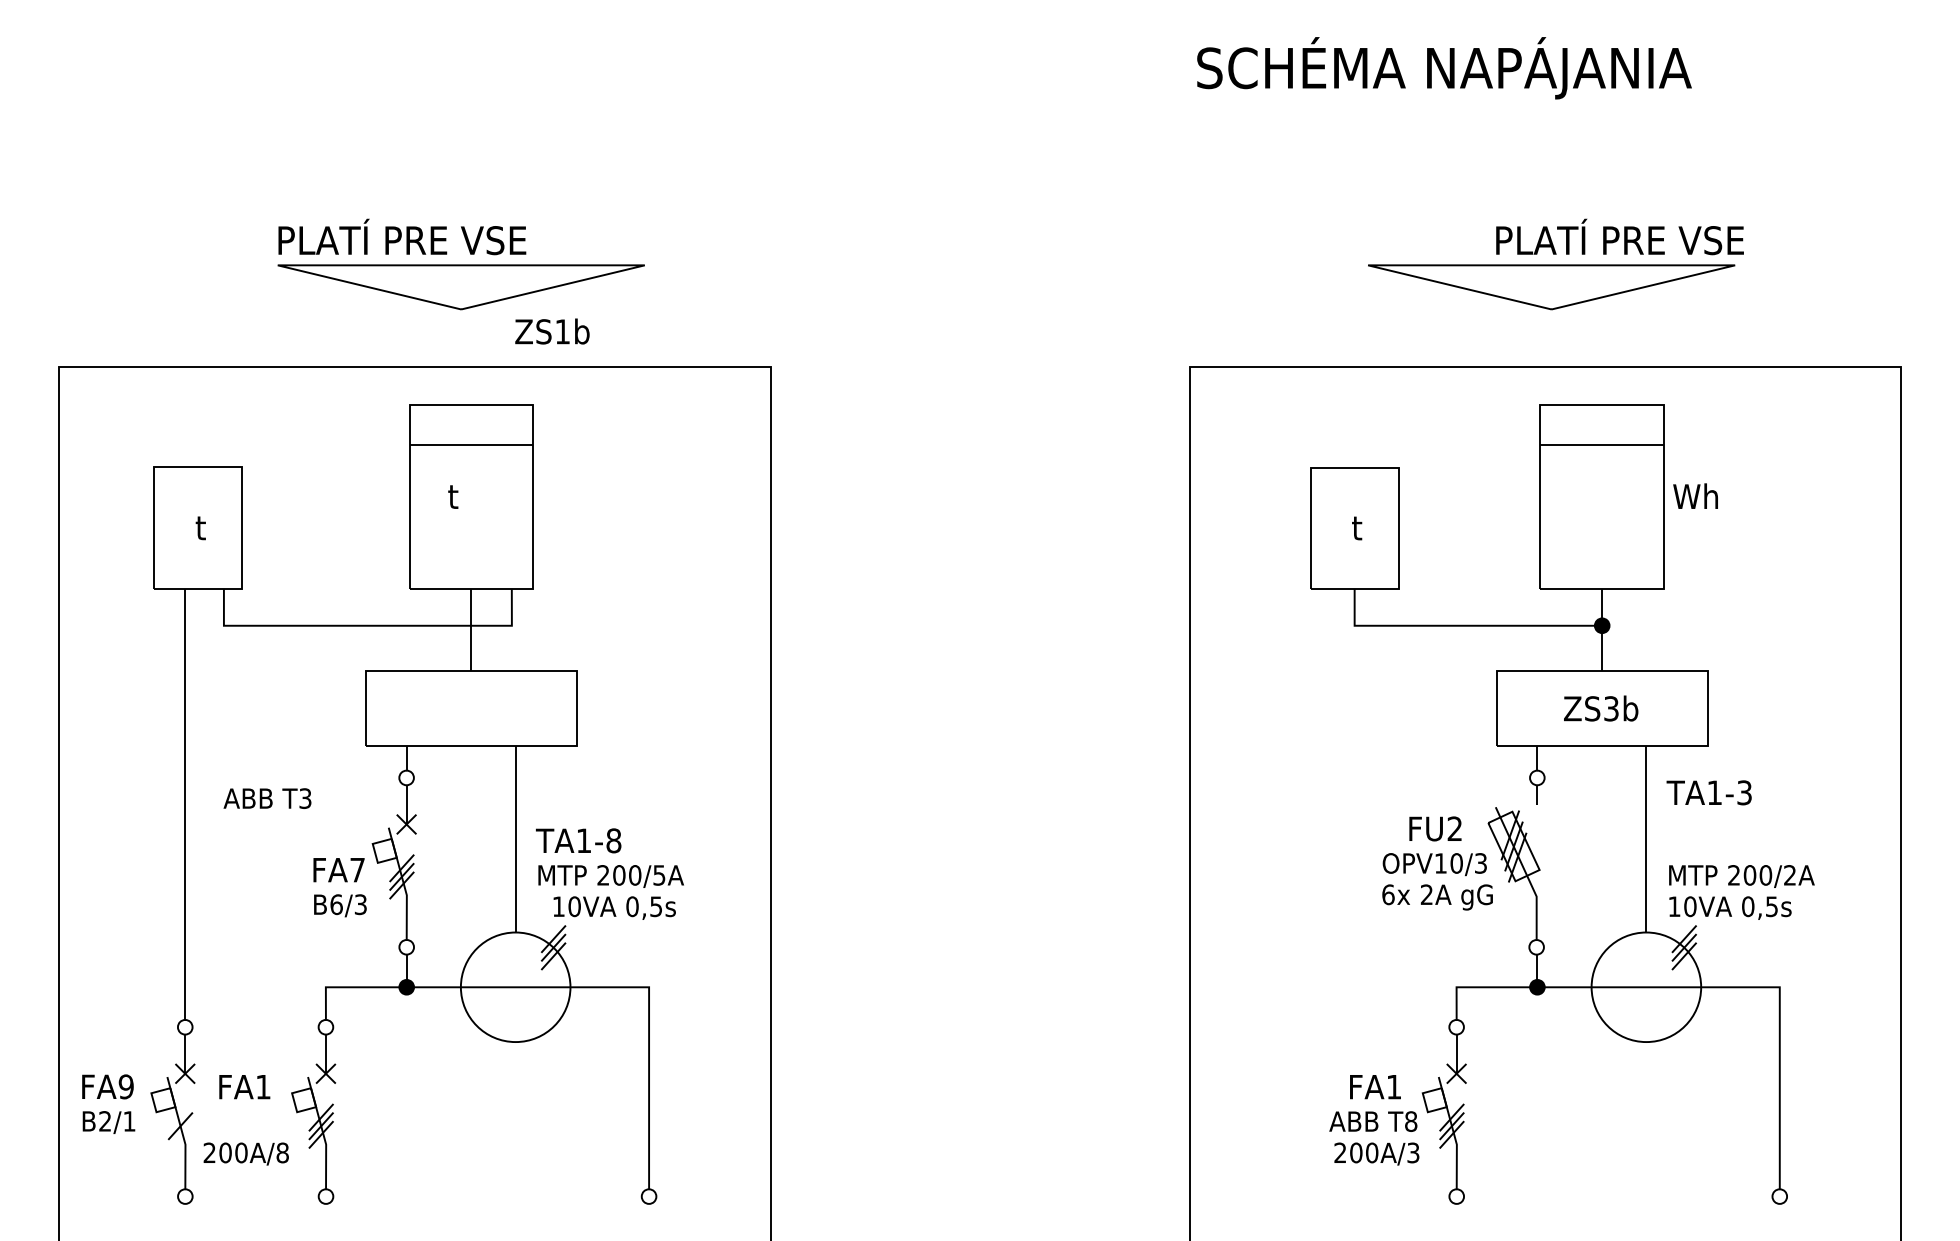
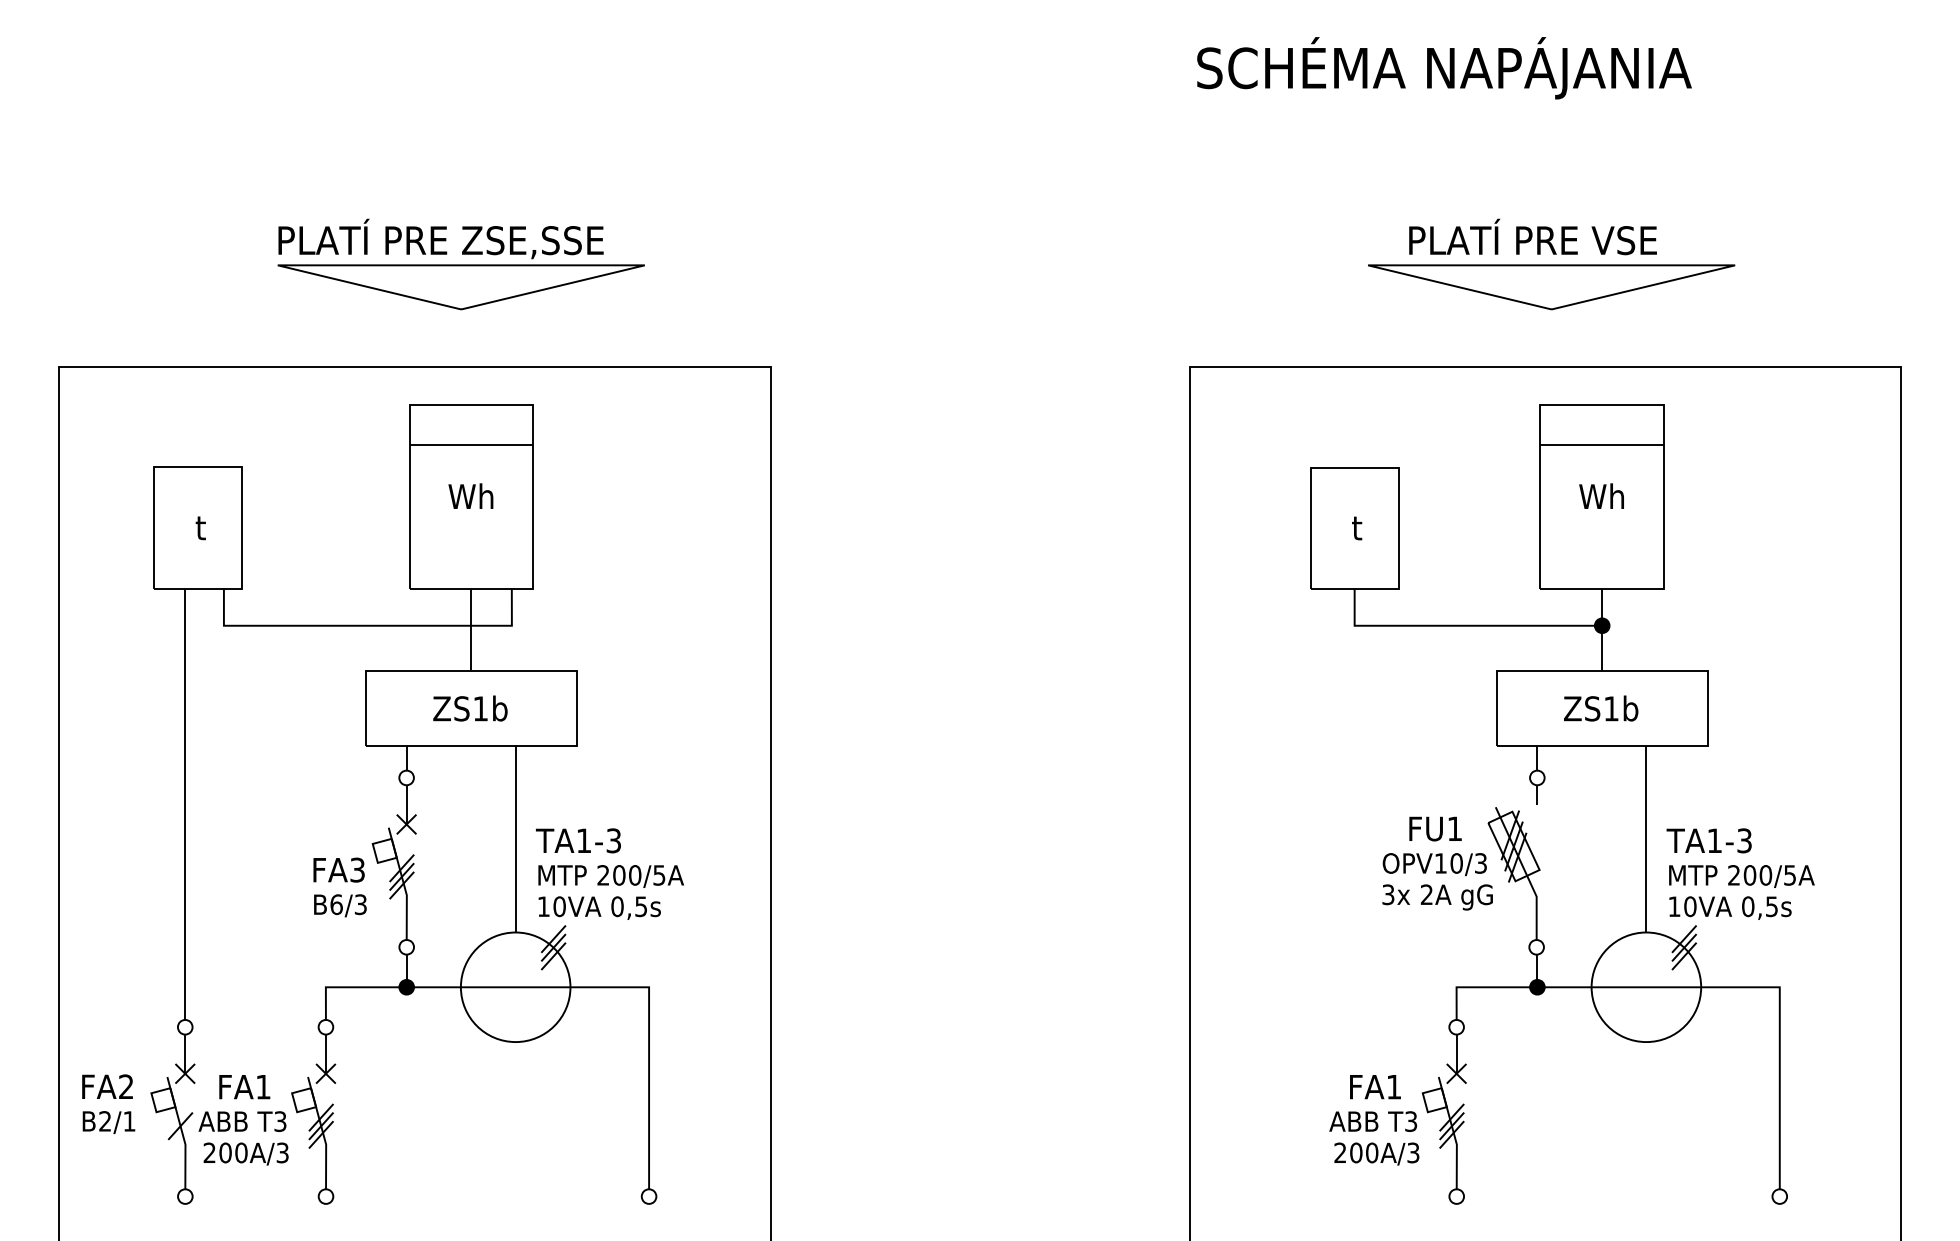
text at (1619, 236) position: (1619, 236) -> (1532, 236)
text at (531, 242): PLATÍ PRE VSE -> PLATÍ PRE ZSE,SSE
text at (552, 331) position: (552, 331) -> (470, 708)
text at (470, 495): t -> Wh
text at (1695, 495) position: (1695, 495) -> (1601, 495)
text at (1611, 708): ZS3b -> ZS1b
text at (1708, 792) position: (1708, 792) -> (1708, 840)
text at (267, 798) position: (267, 798) -> (242, 1121)
text at (1454, 828): FU2 -> FU1
text at (613, 840): TA1-8 -> TA1-3
text at (357, 869): FA7 -> FA3
text at (1789, 875): 200/2A -> 200/5A
text at (1388, 894): 6x -> 3x
text at (614, 907) position: (614, 907) -> (599, 907)
text at (125, 1086): FA9 -> FA2
text at (1411, 1121): T8 -> T3
text at (282, 1152): 200A/8 -> 200A/3
